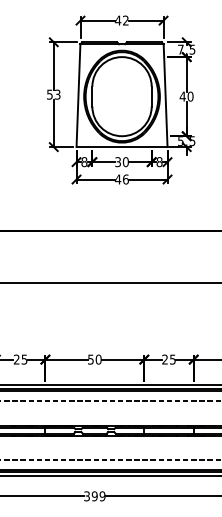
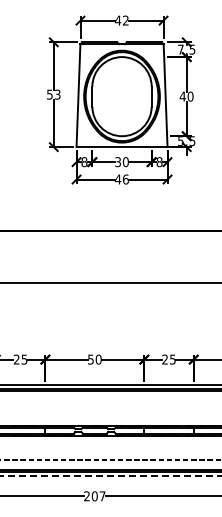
line at (110, 400): present -> none
line at (111, 476): solid -> dashed
text at (94, 496): 399 -> 207
